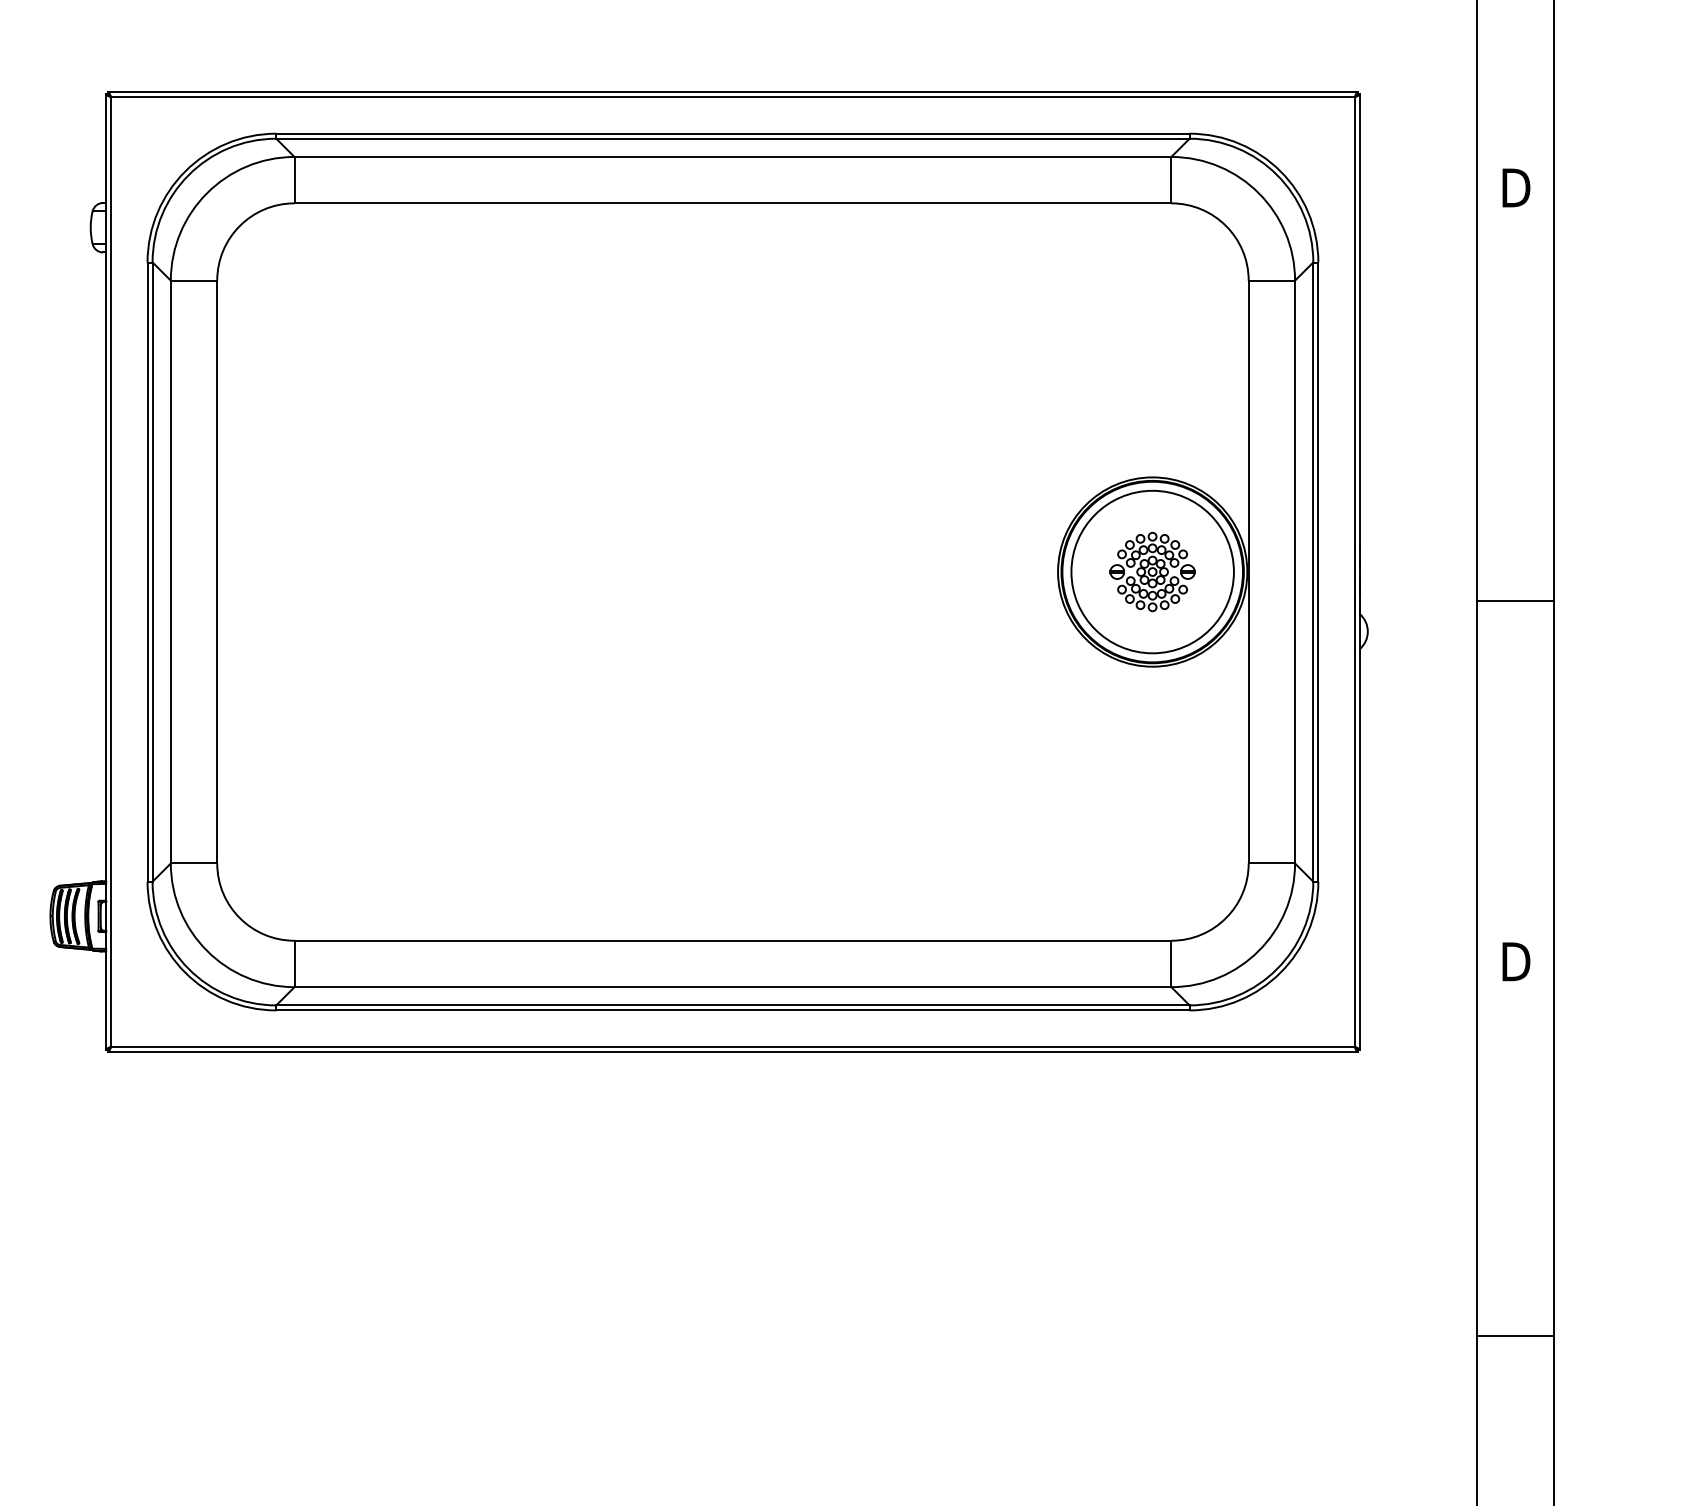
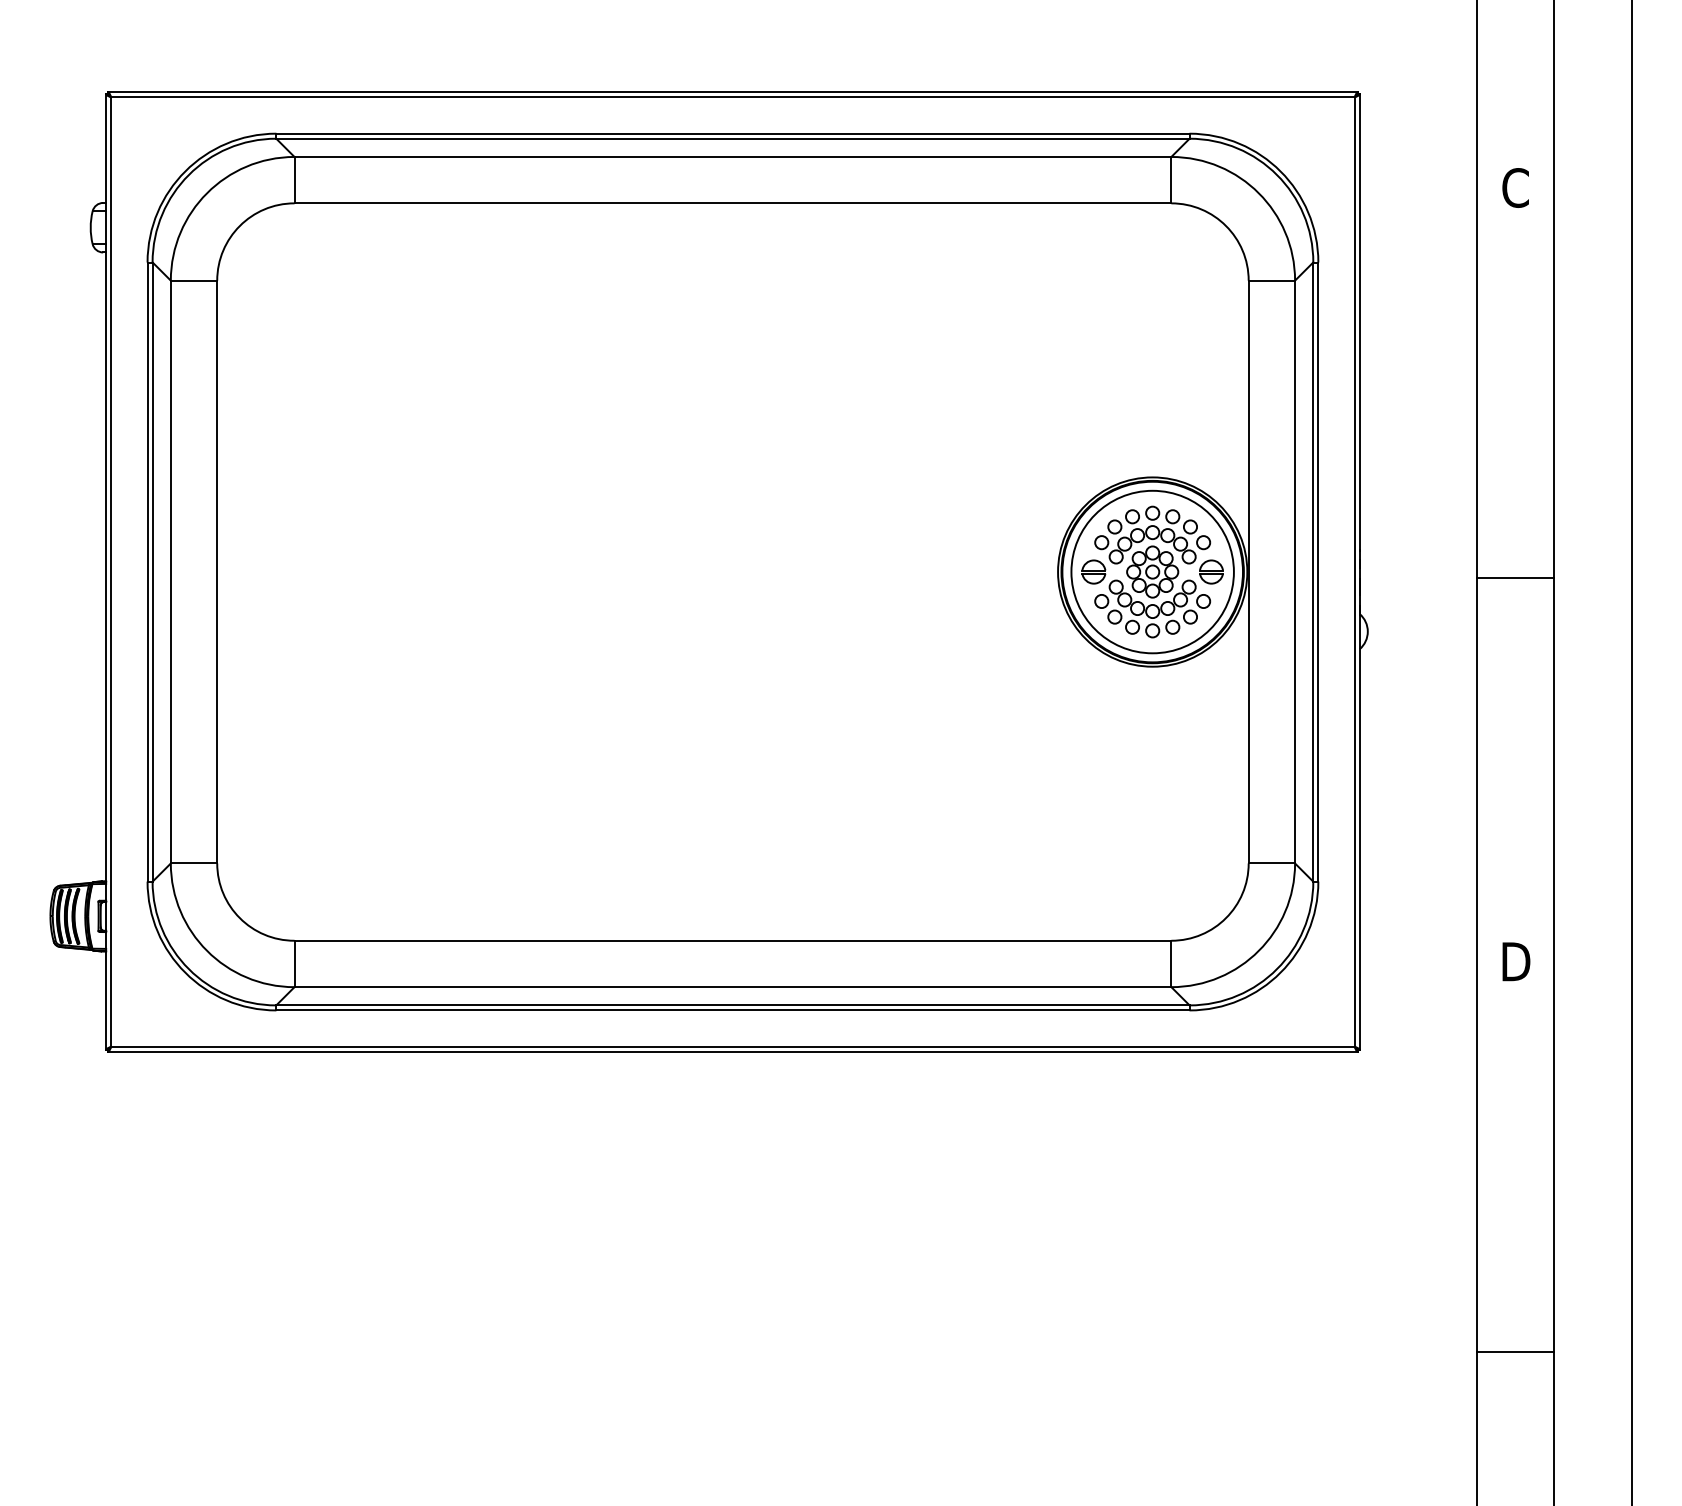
text at (1516, 187): D -> C
part at (1152, 571) size: 87x82 px -> 143x134 px
line at (1515, 601) position: (1515, 601) -> (1515, 578)
line at (1631, 752): none -> present
line at (1515, 1336) position: (1515, 1336) -> (1515, 1352)
